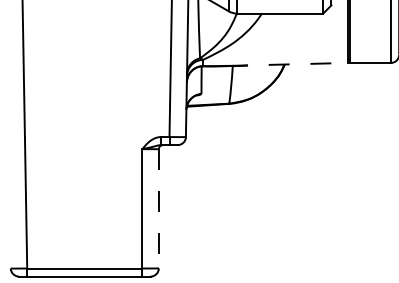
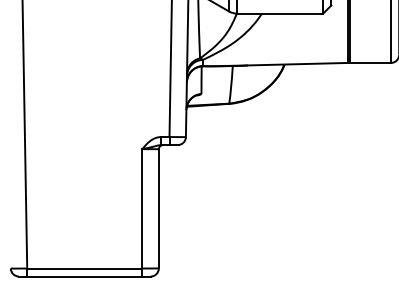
line at (287, 64): dashed -> solid
line at (158, 208): dashed -> solid
